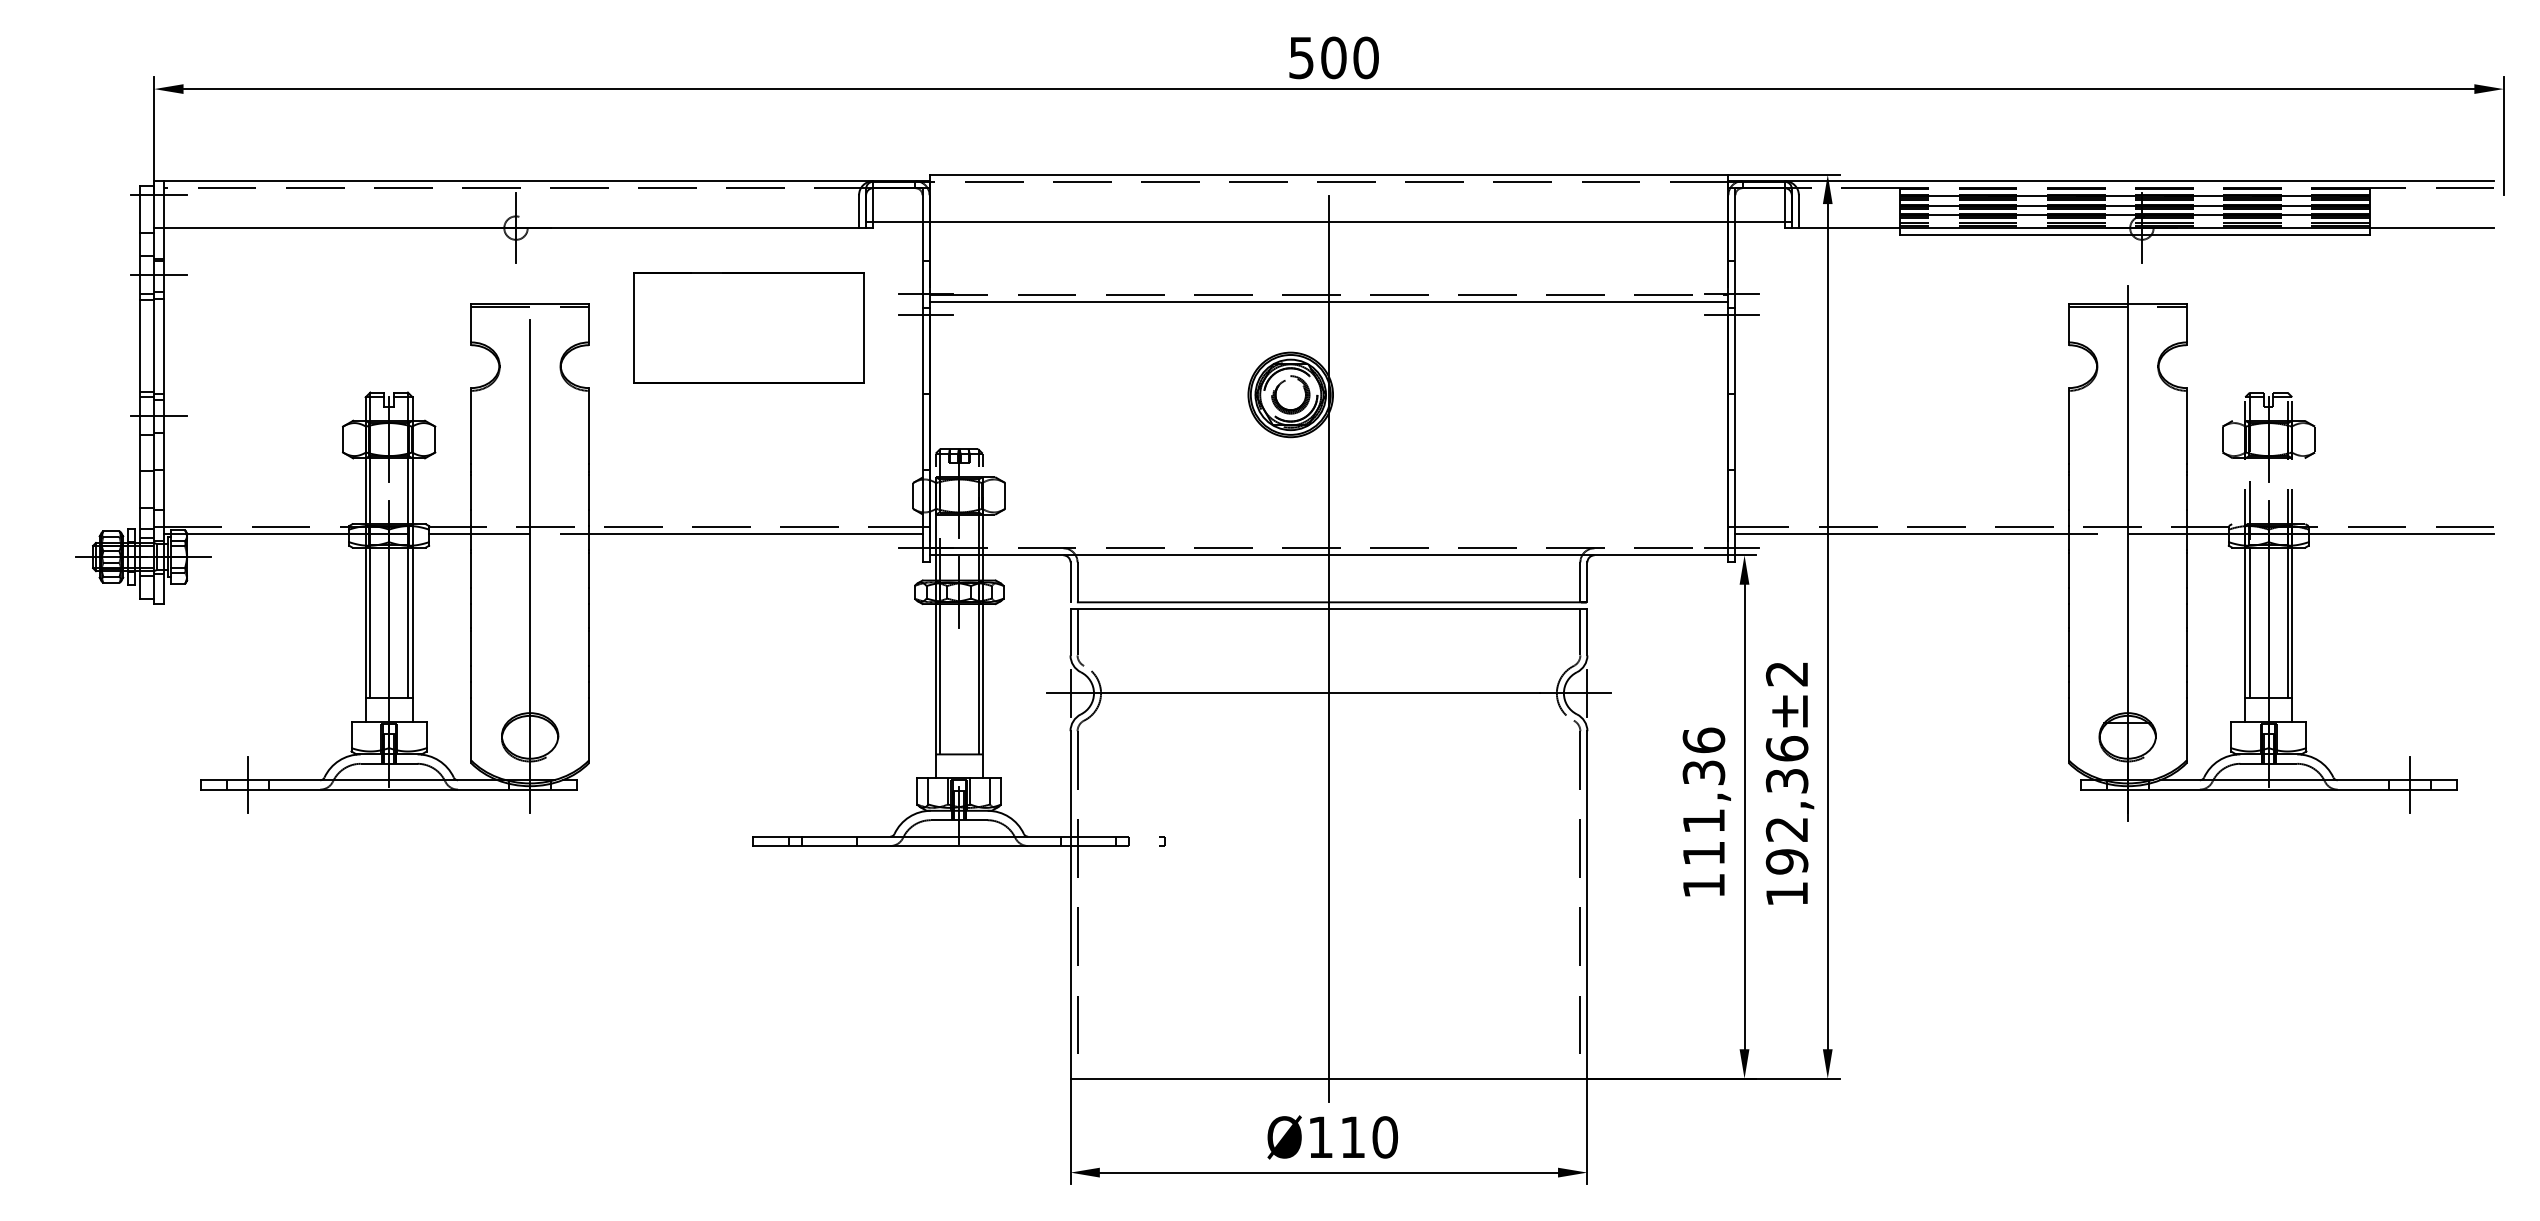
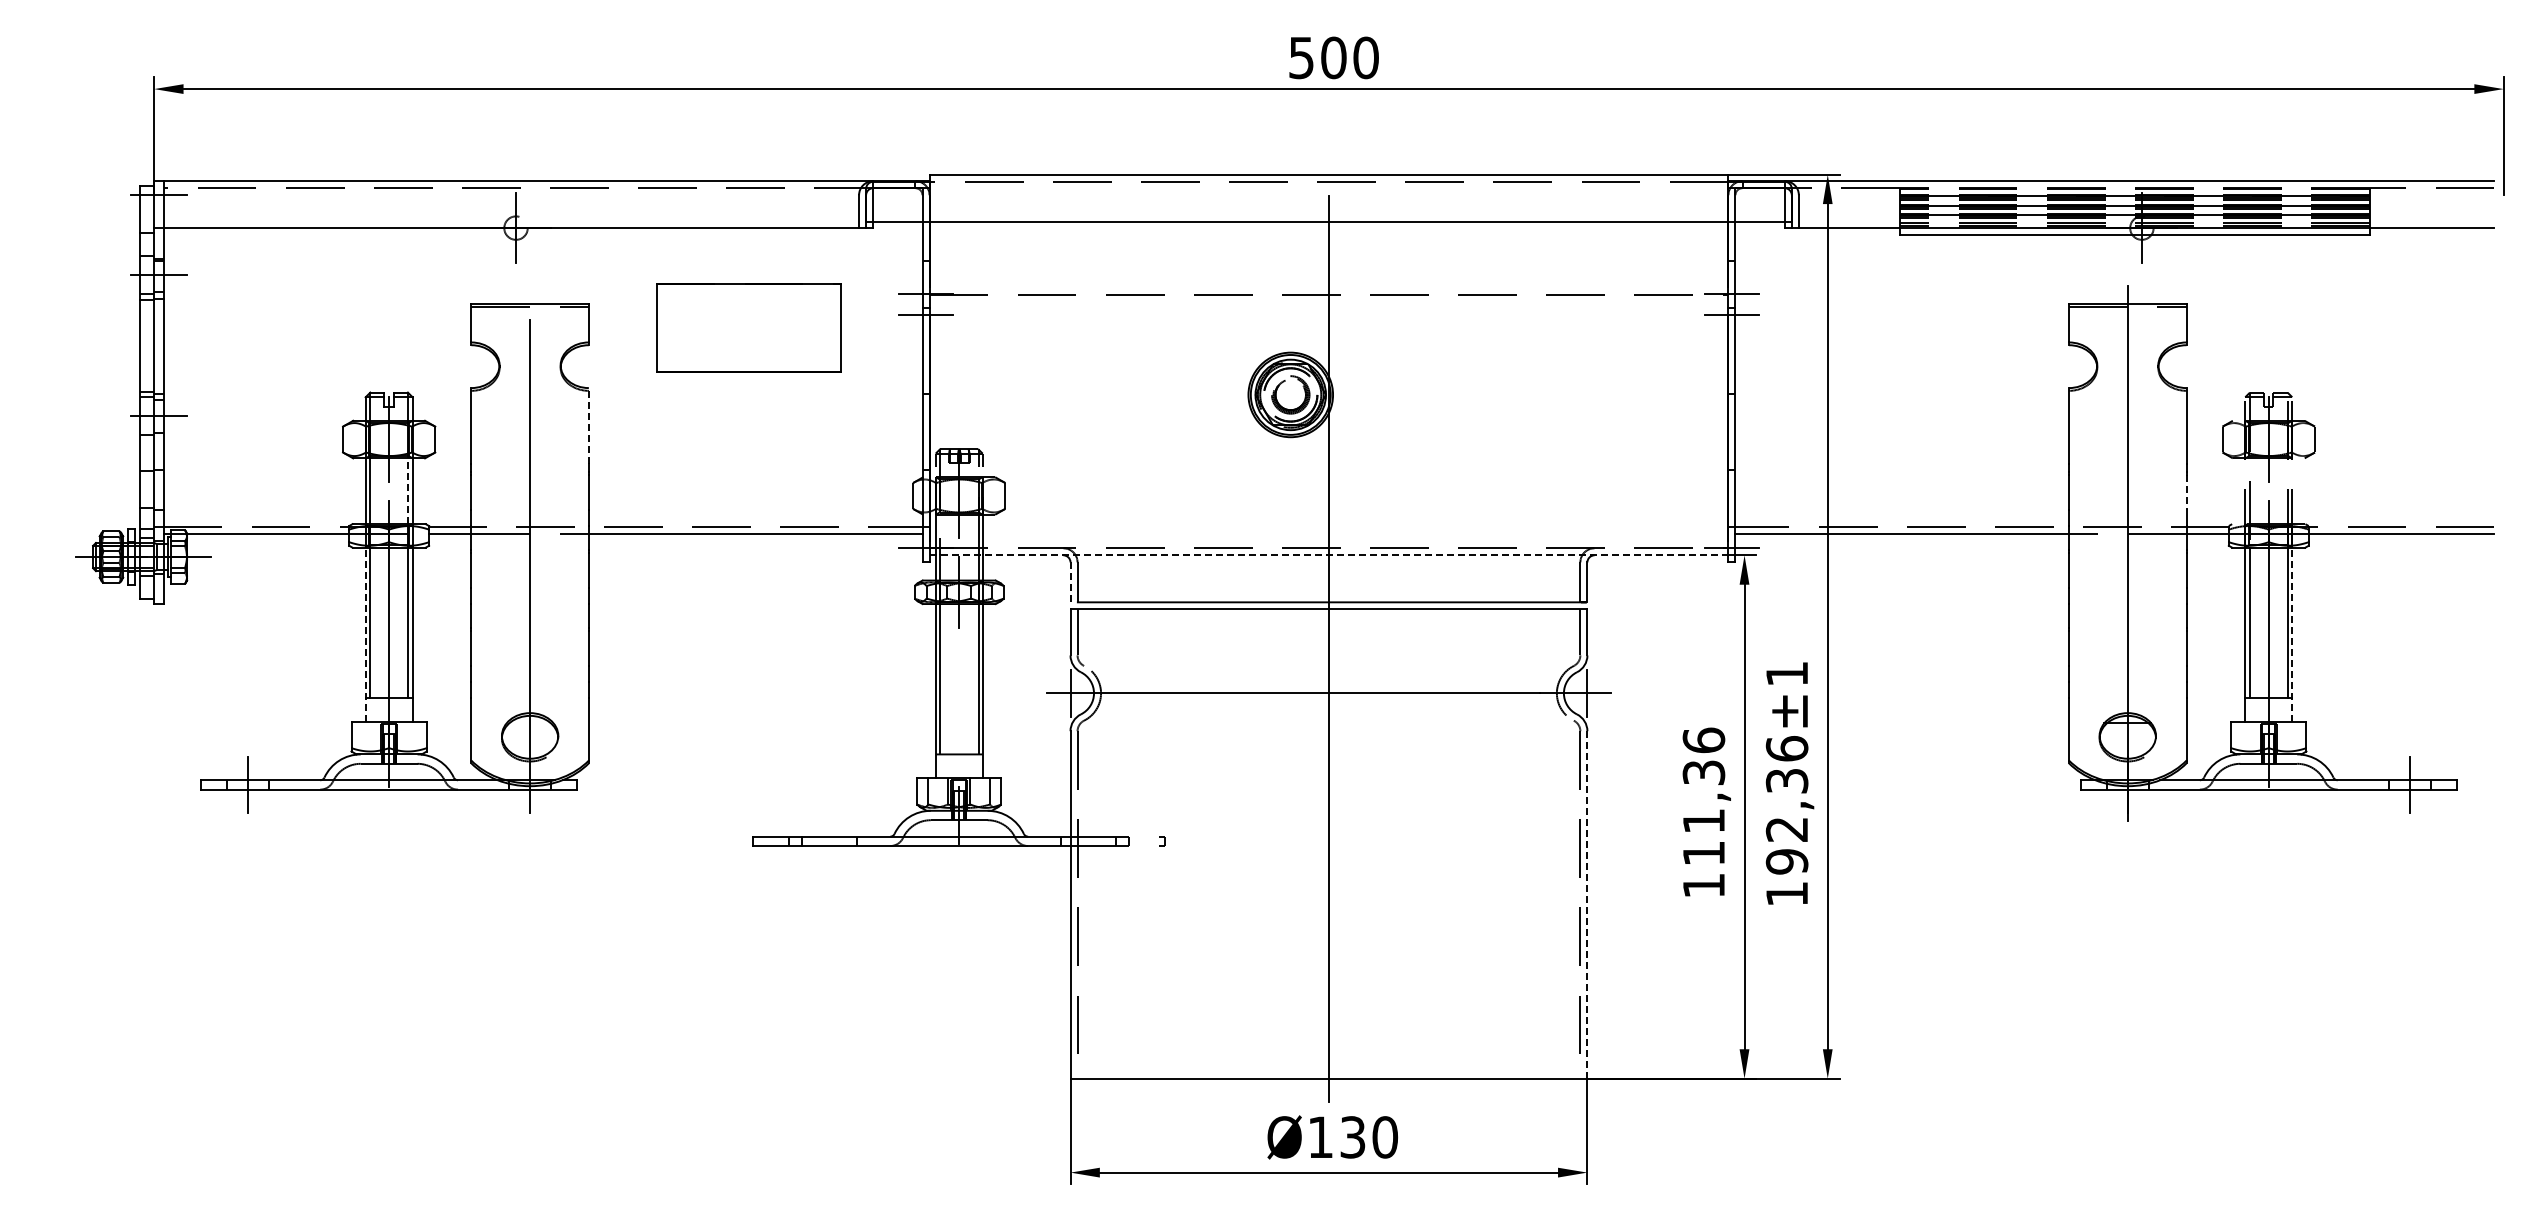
line at (1328, 301): present -> none
part at (748, 327) size: 232x112 px -> 186x90 px
line at (588, 426): solid -> dashed
line at (408, 491): solid -> dashed
line at (2186, 493): solid -> dashed
line at (1329, 555): solid -> dashed
line at (1070, 582): solid -> dashed
line at (365, 634): solid -> dashed
line at (2292, 634): solid -> dashed
text at (1786, 674): ±2 -> ±1
line at (1587, 904): solid -> dashed
text at (1352, 1137): 110 -> 130
